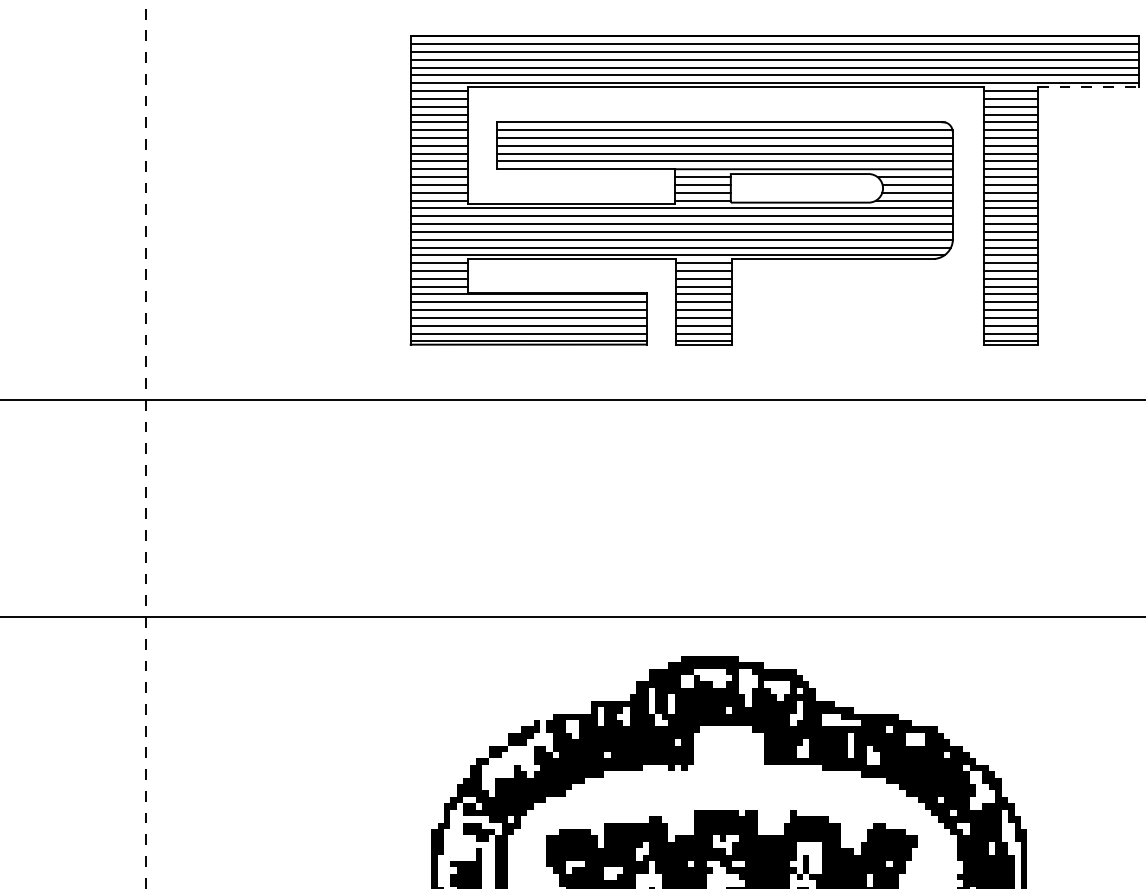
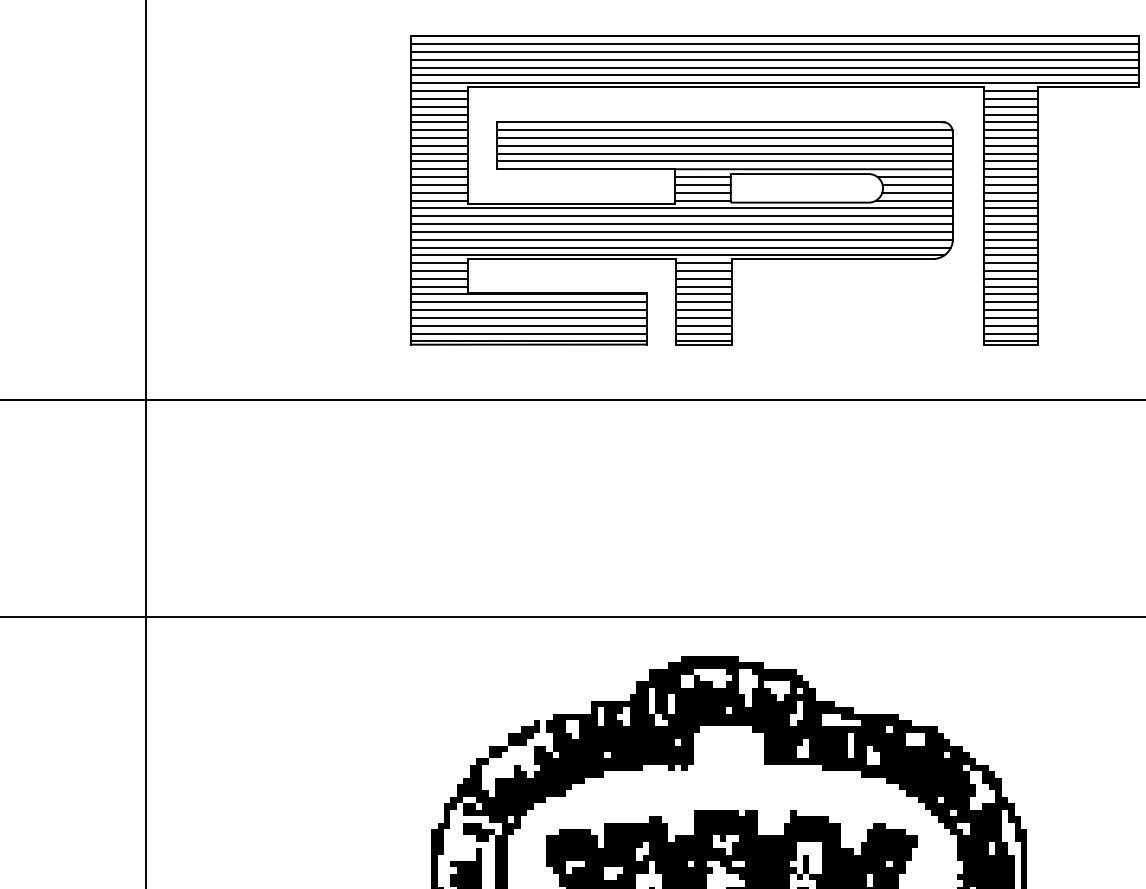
line at (1088, 87): dashed -> solid
line at (145, 444): dashed -> solid
